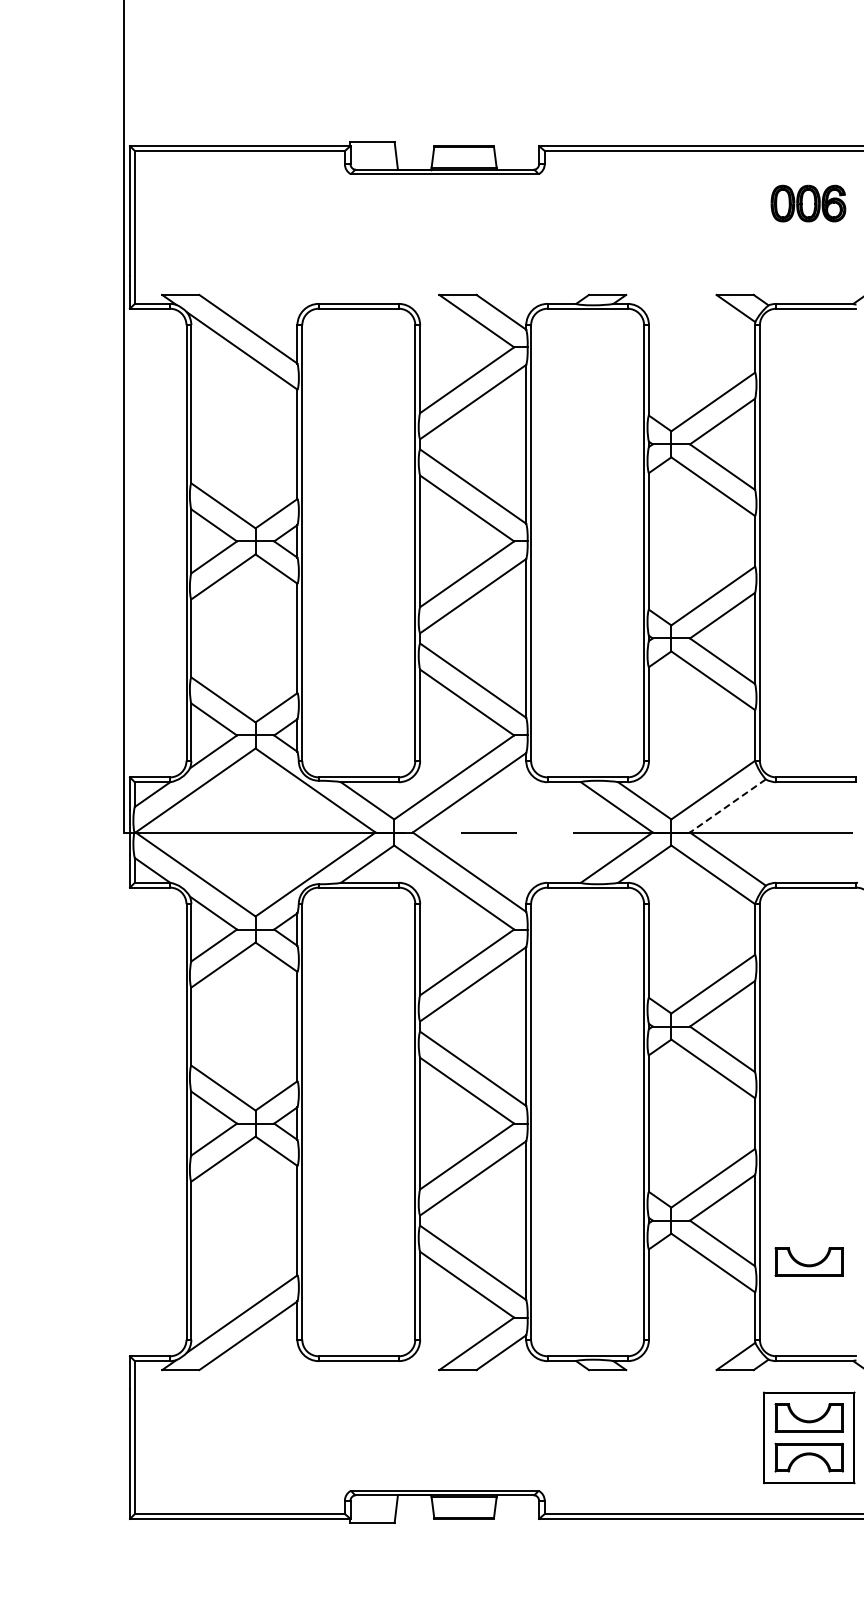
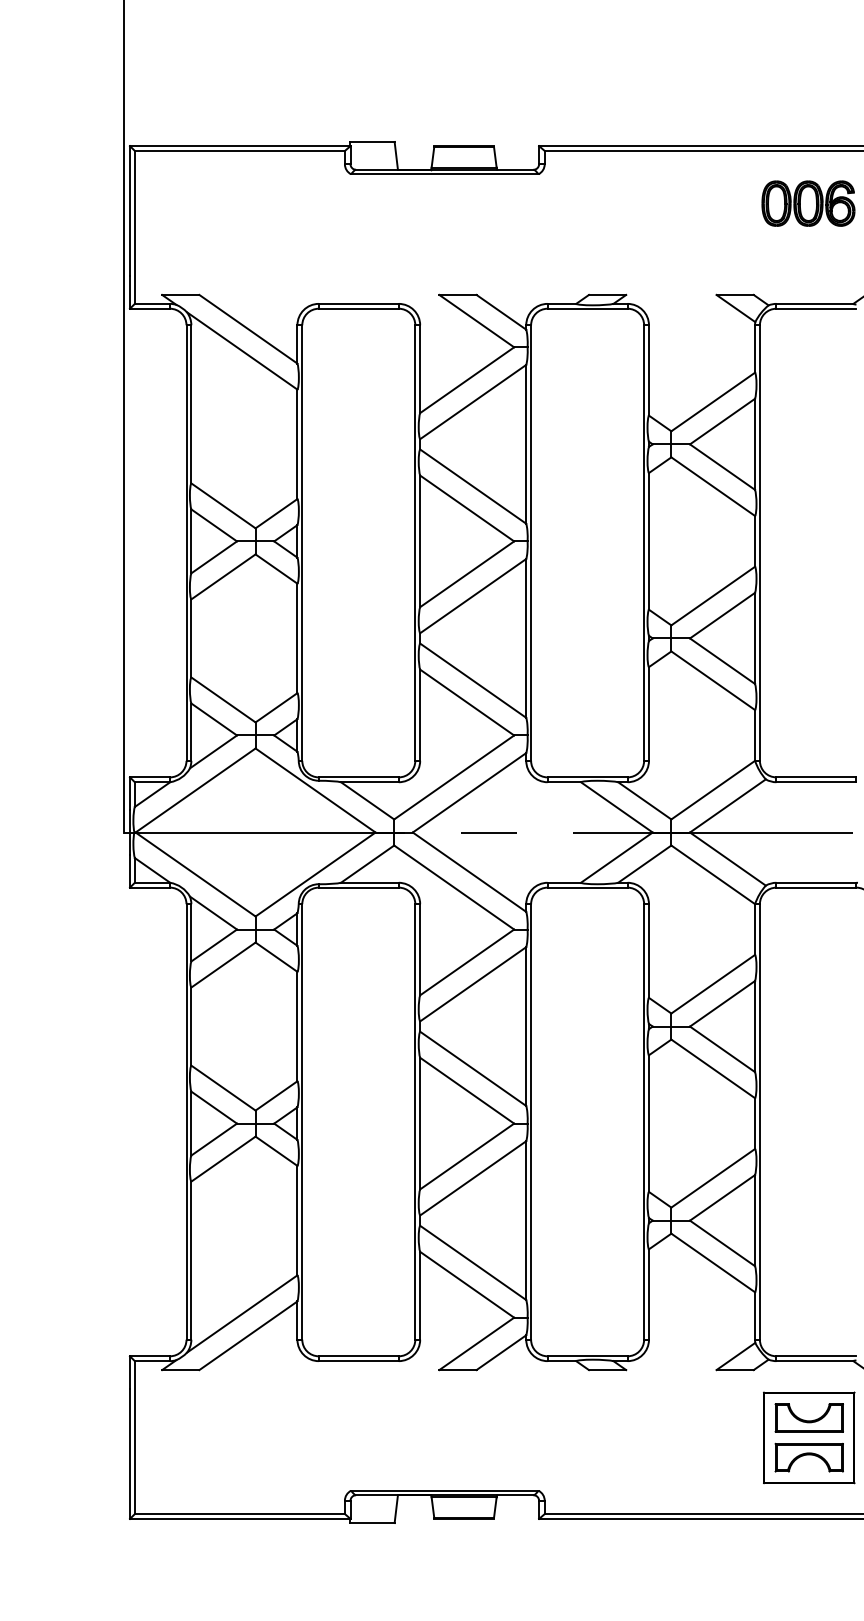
part at (808, 203) size: 77x39 px -> 95x47 px
line at (727, 806): dashed -> solid
part at (808, 1261): present -> none
